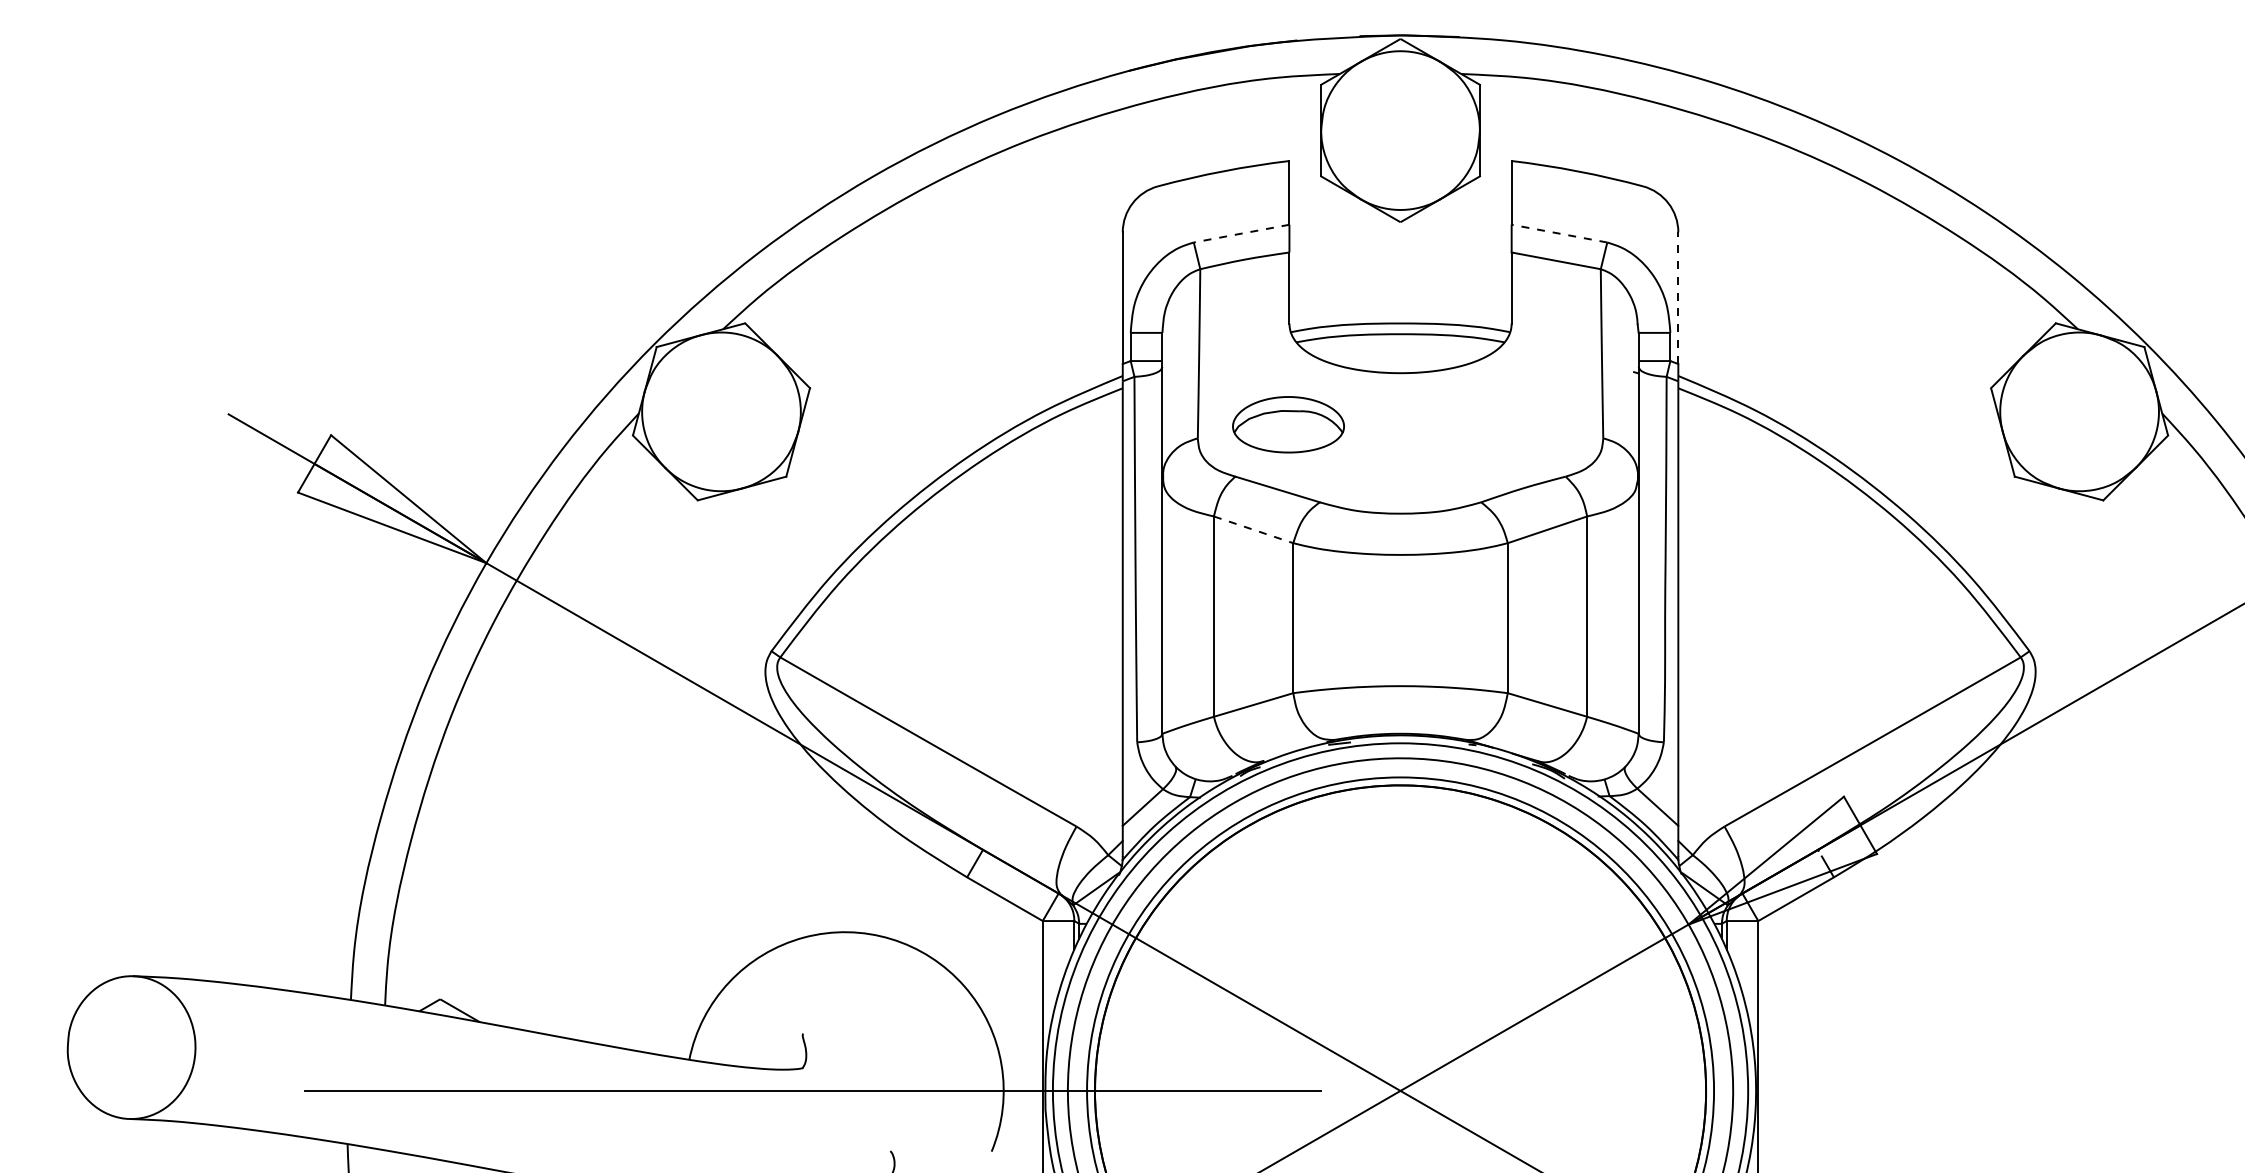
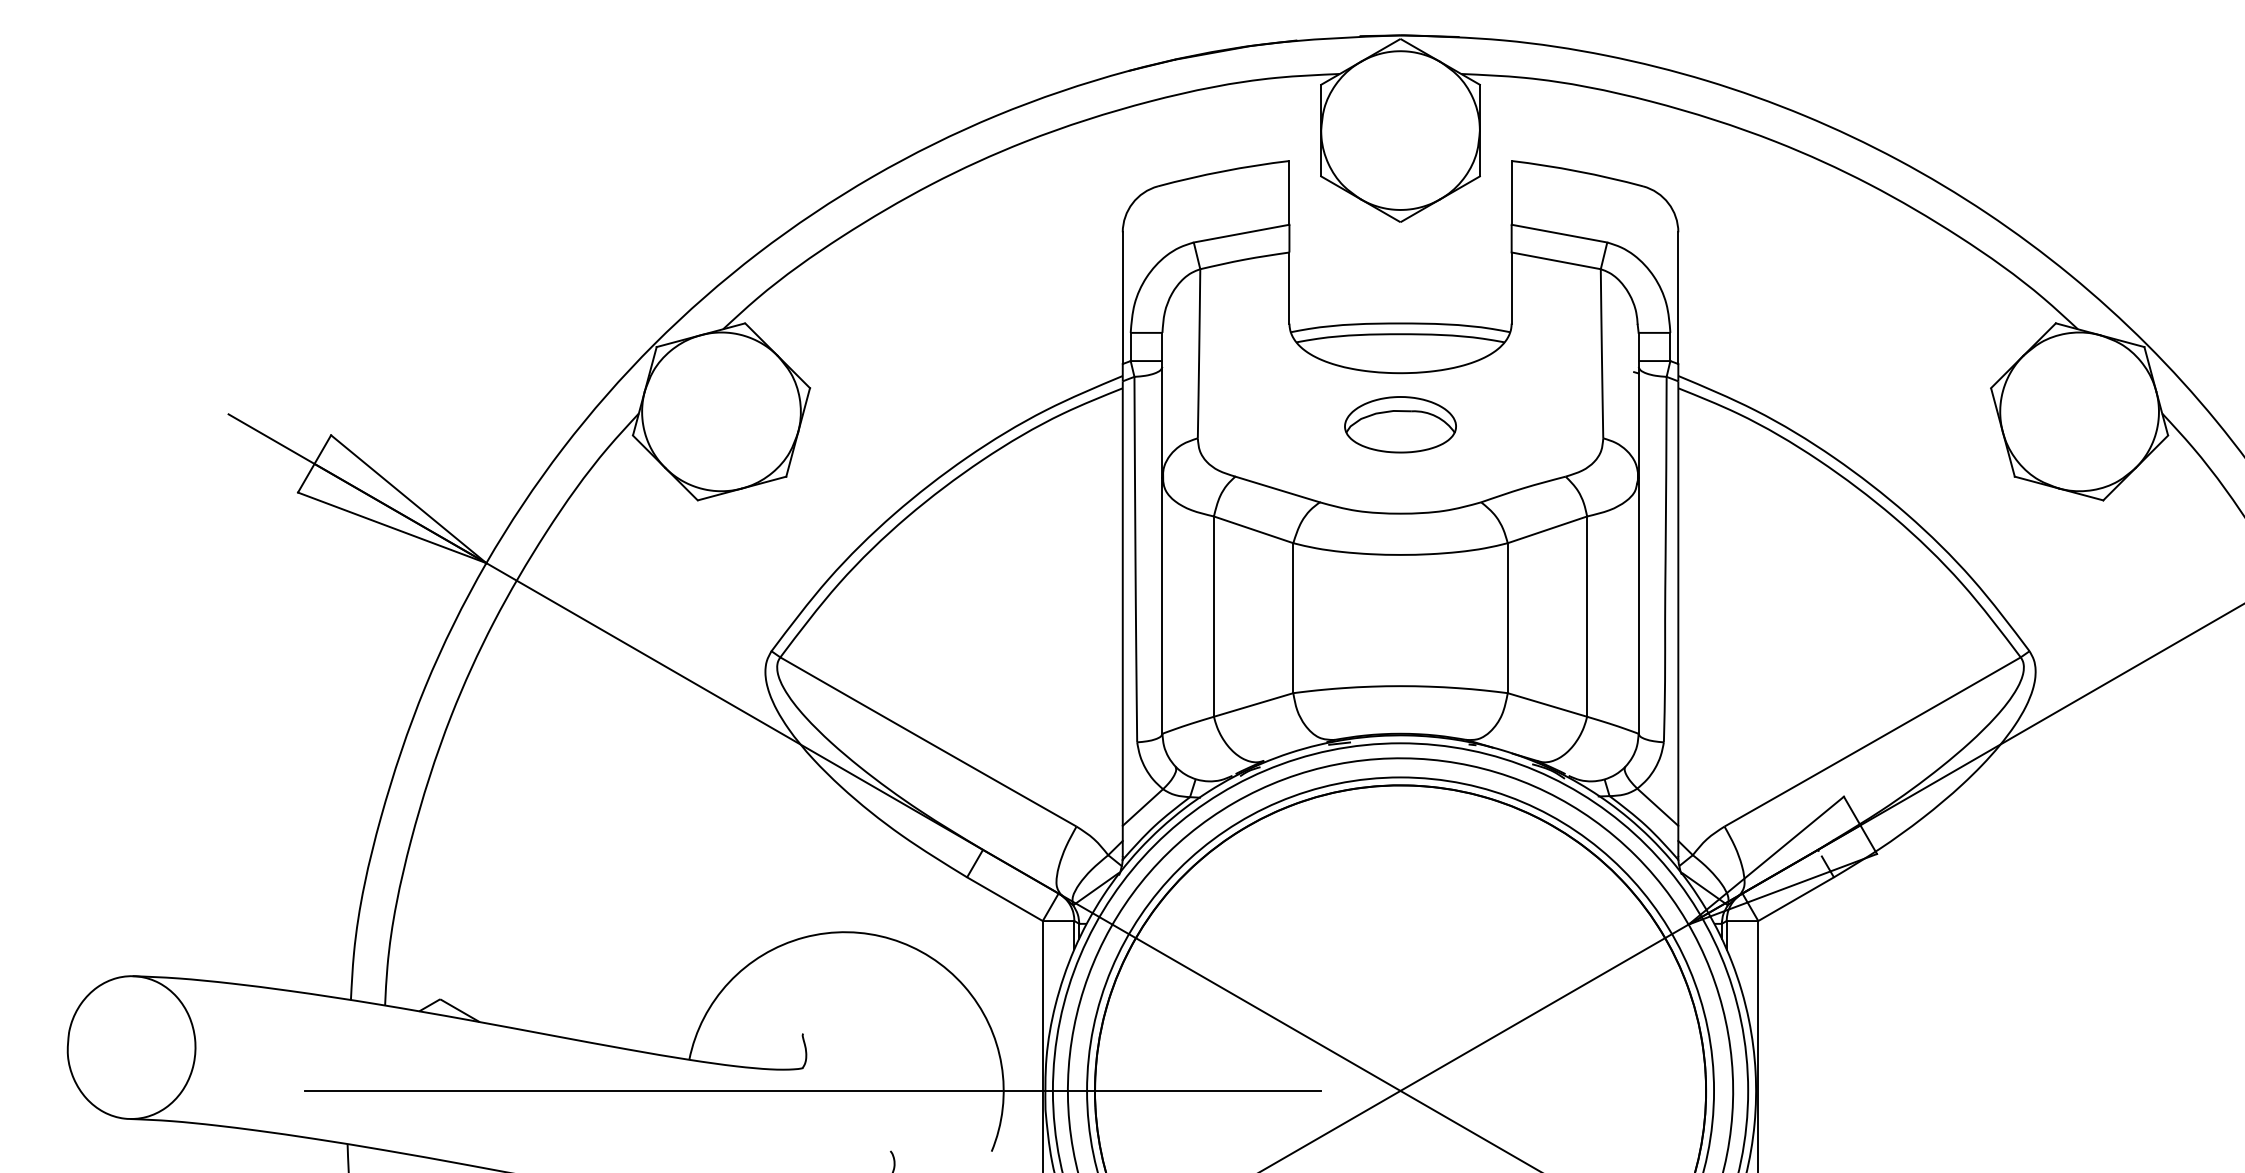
line at (1241, 233): dashed -> solid
line at (1559, 233): dashed -> solid
line at (1678, 298): dashed -> solid
part at (1288, 424) position: (1288, 424) -> (1400, 424)
line at (1253, 529): dashed -> solid
